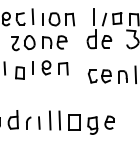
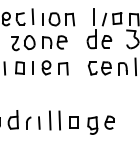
part at (19, 72) position: (19, 72) -> (19, 67)
part at (111, 74) position: (111, 74) -> (111, 66)
part at (74, 122) size: 13x17 px -> 10x13 px
